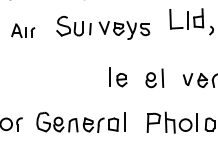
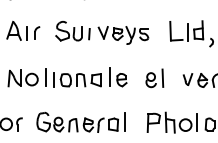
part at (191, 21) position: (191, 21) -> (191, 33)
part at (103, 27) position: (103, 27) -> (102, 32)
part at (23, 30) size: 25x16 px -> 35x21 px
part at (54, 77): none -> present
